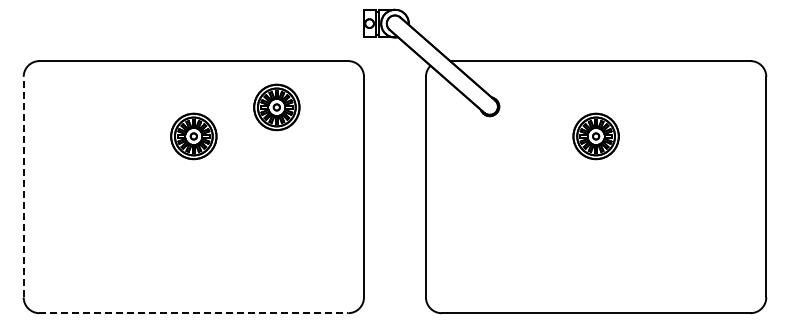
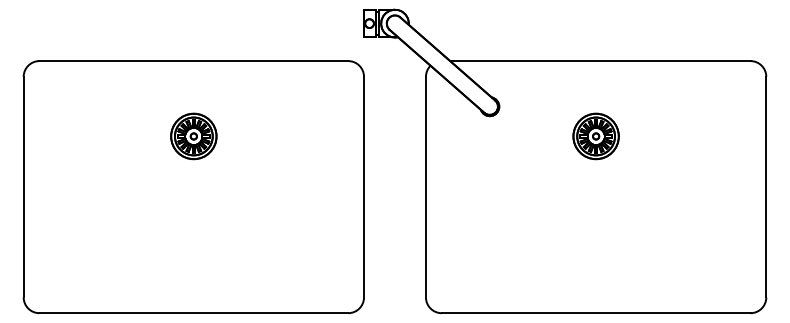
part at (276, 107): present -> none
line at (23, 186): dashed -> solid
line at (194, 313): dashed -> solid
